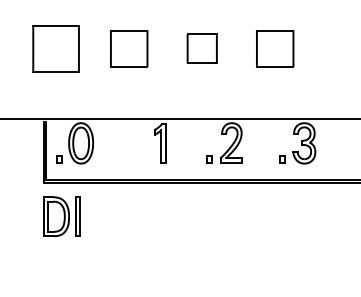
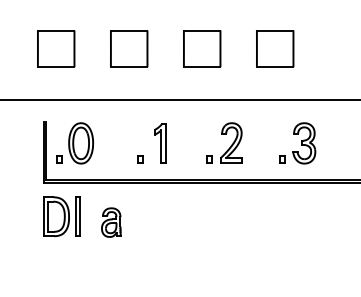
part at (55, 48) size: 48x48 px -> 39x38 px
part at (201, 48) size: 32x31 px -> 39x38 px
line at (179, 118) position: (179, 118) -> (179, 99)
part at (140, 159): none -> present
part at (111, 222): none -> present
